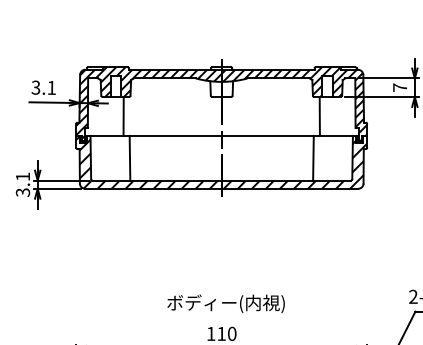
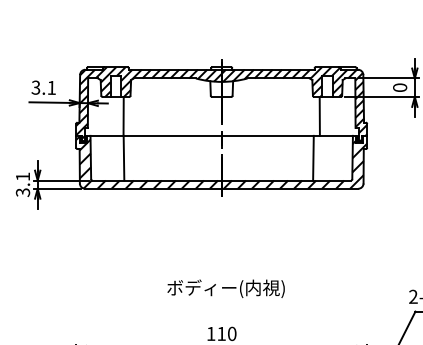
text at (400, 87): 7 -> 0
line at (129, 157) position: (129, 157) -> (123, 157)
text at (225, 303) position: (225, 303) -> (225, 288)
